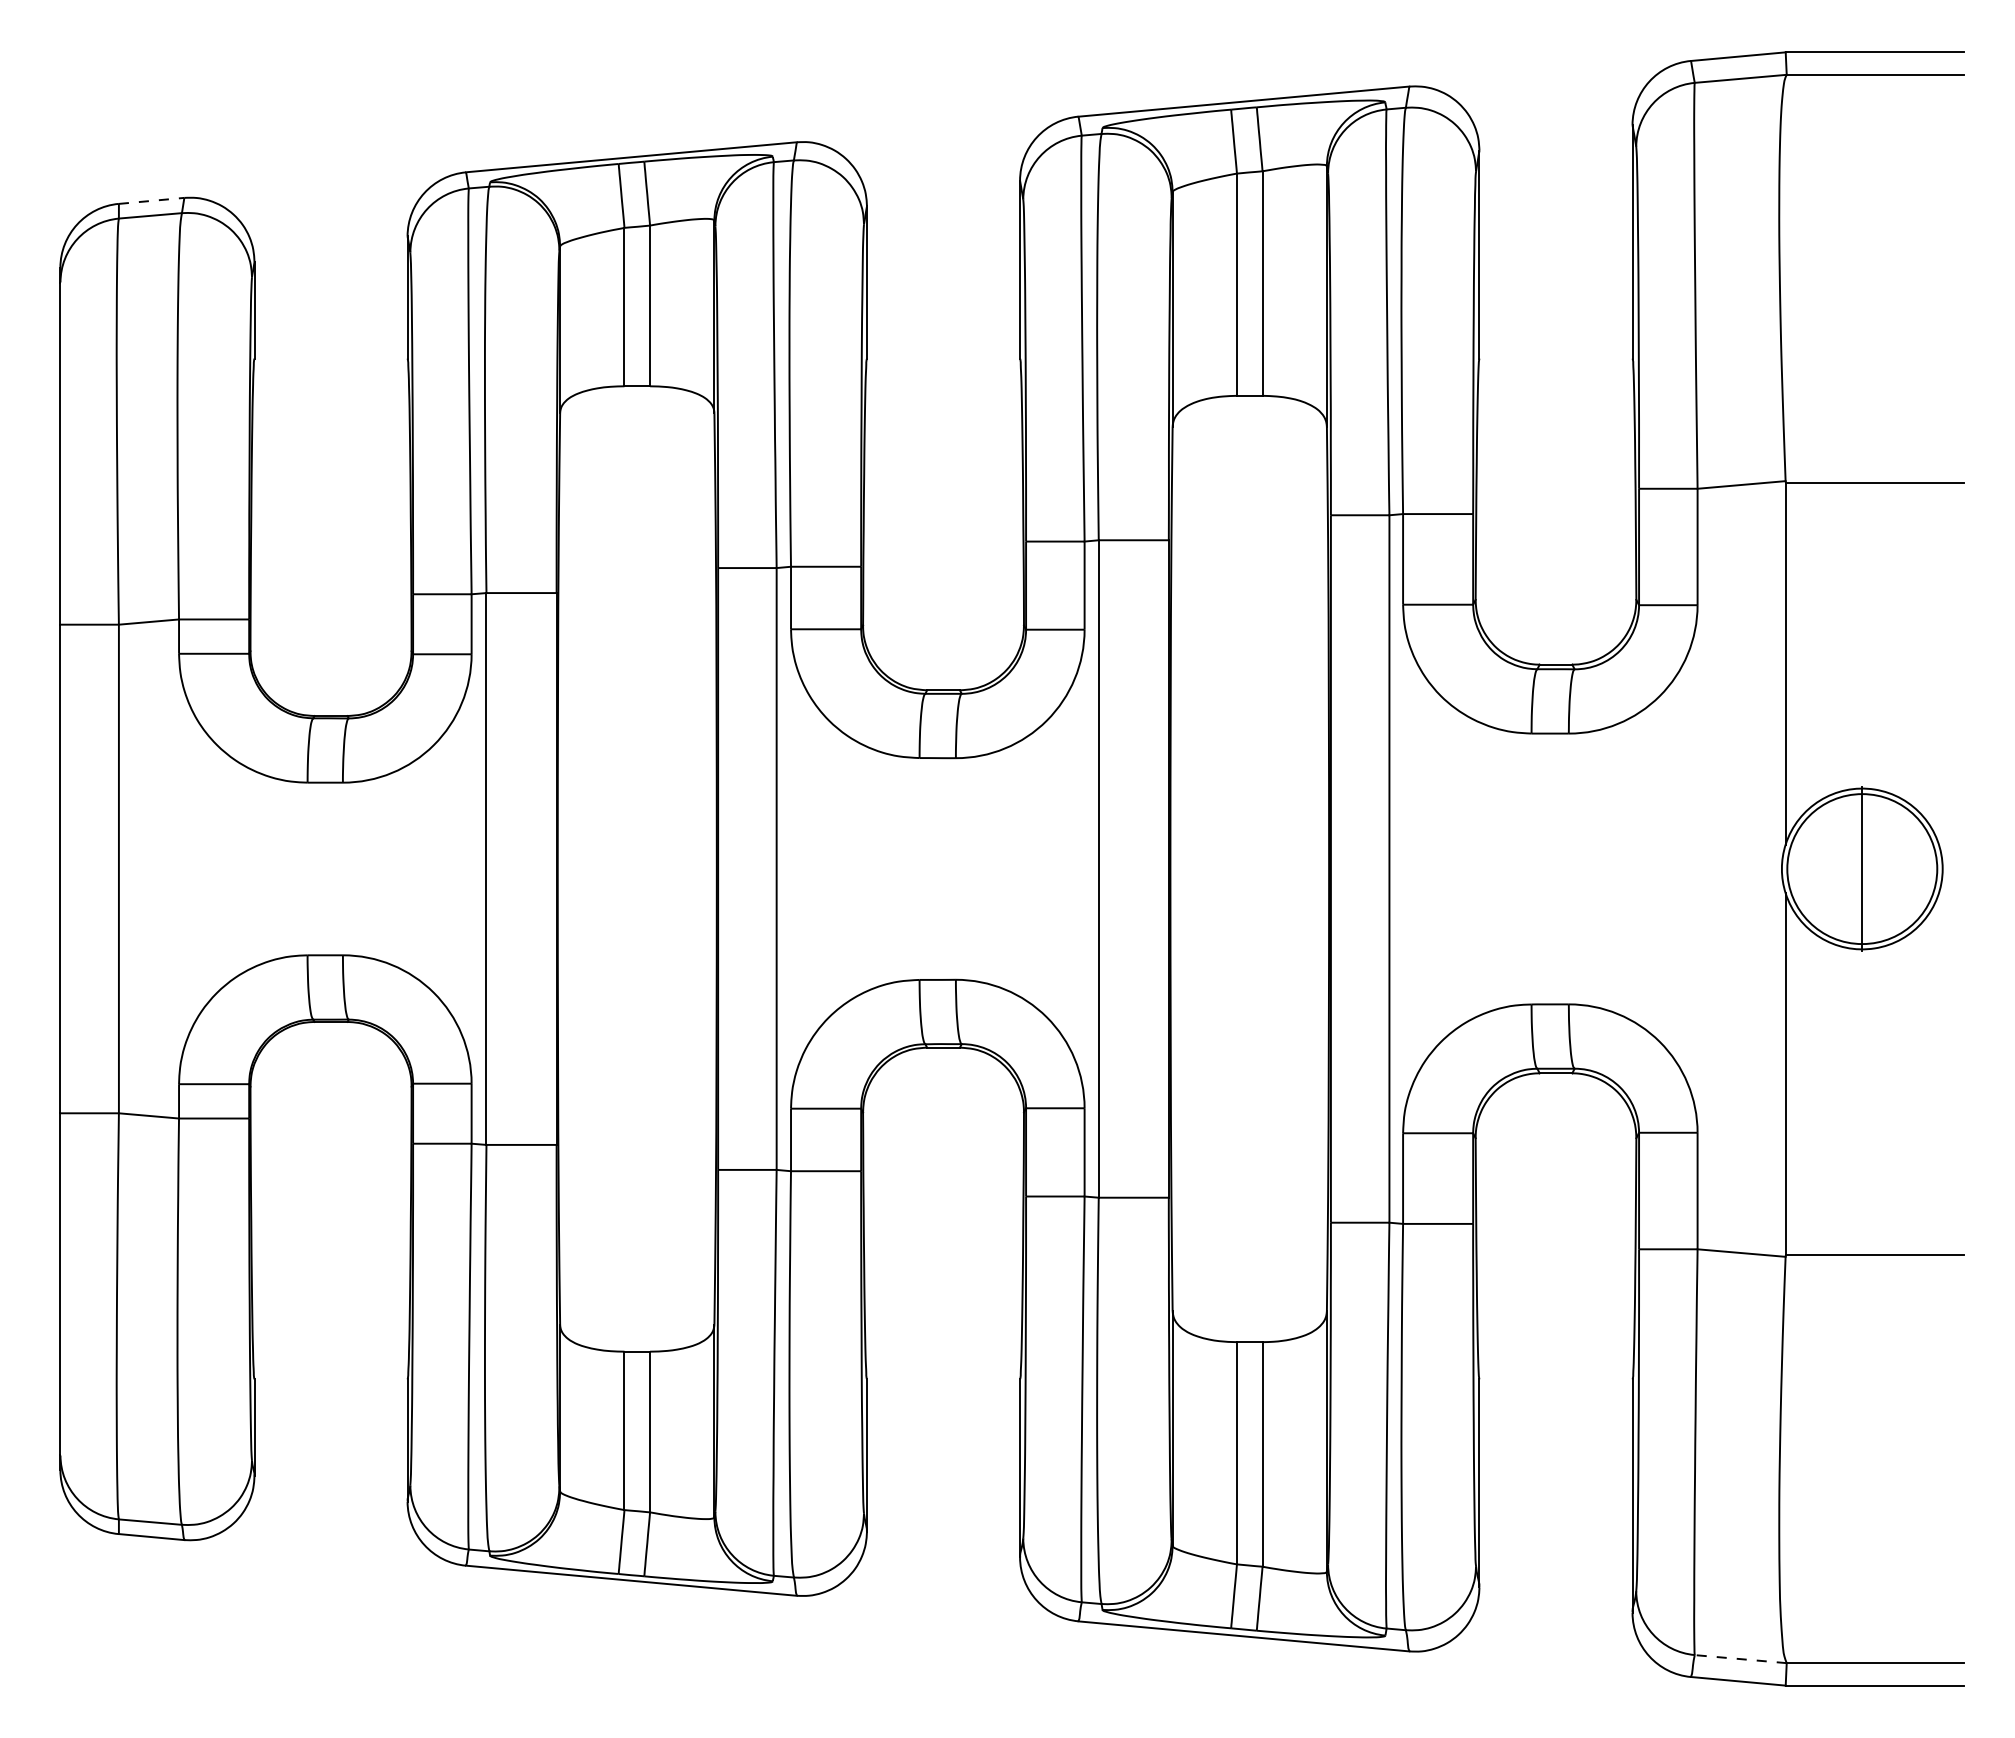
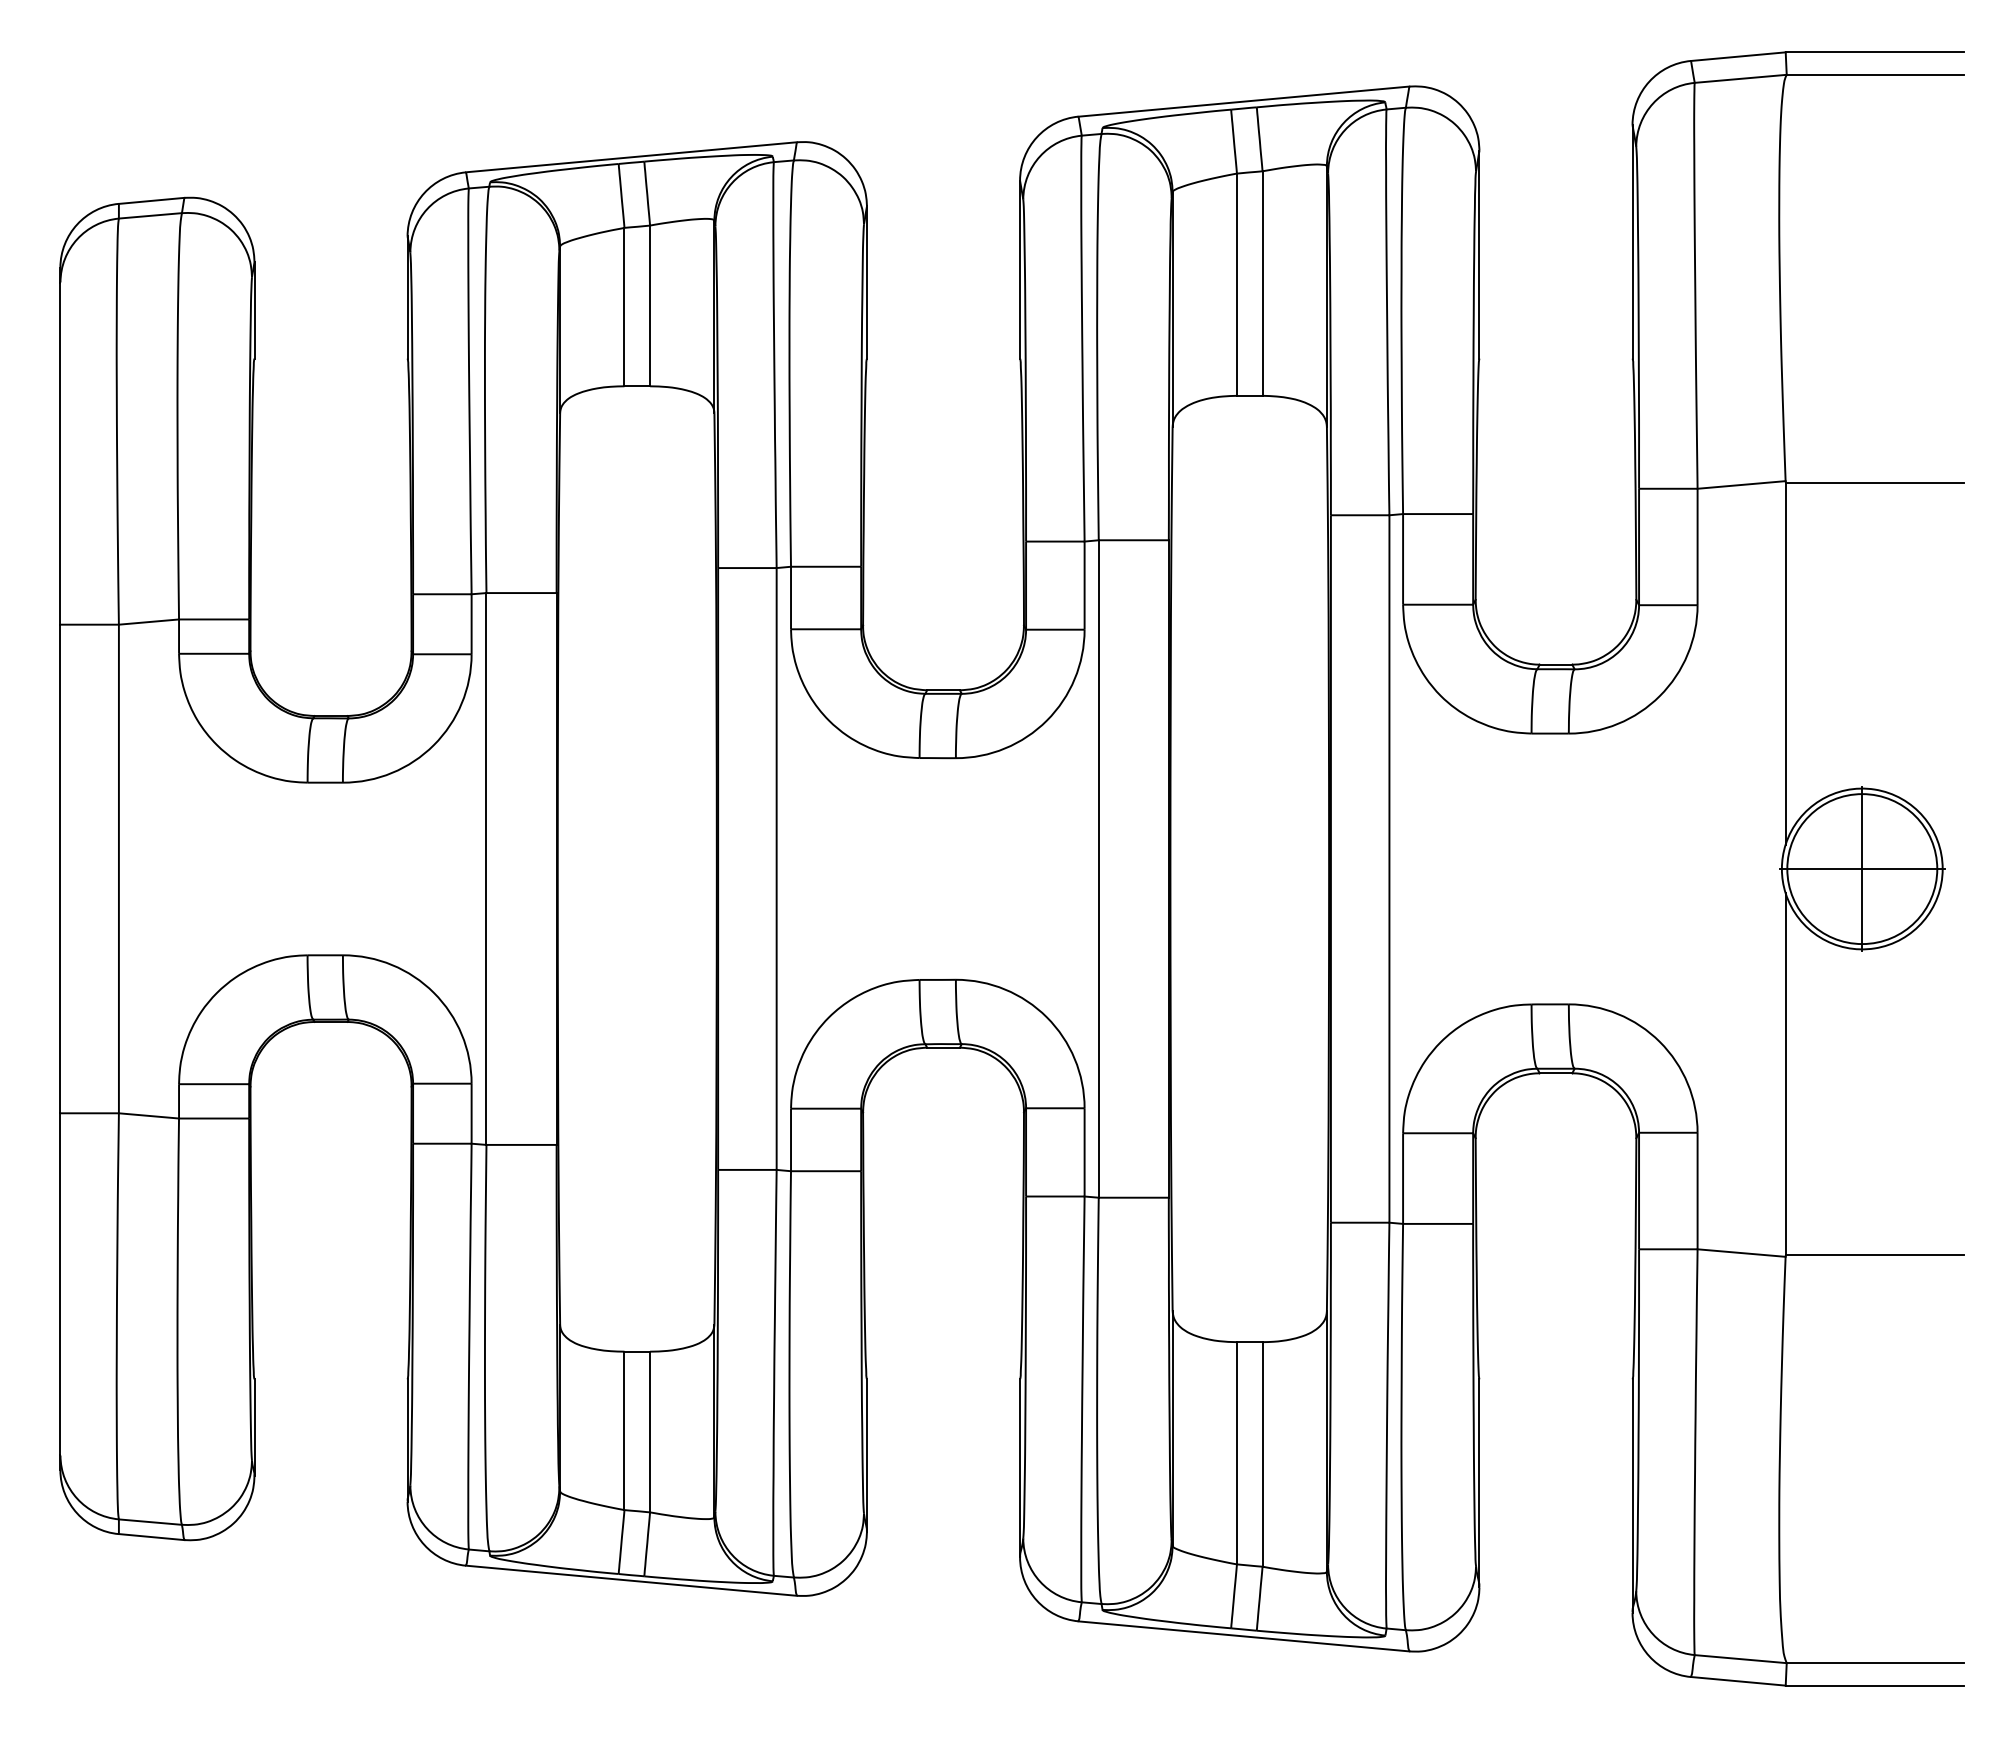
line at (151, 200): dashed -> solid
line at (1861, 869): none -> present
line at (1740, 1659): dashed -> solid
